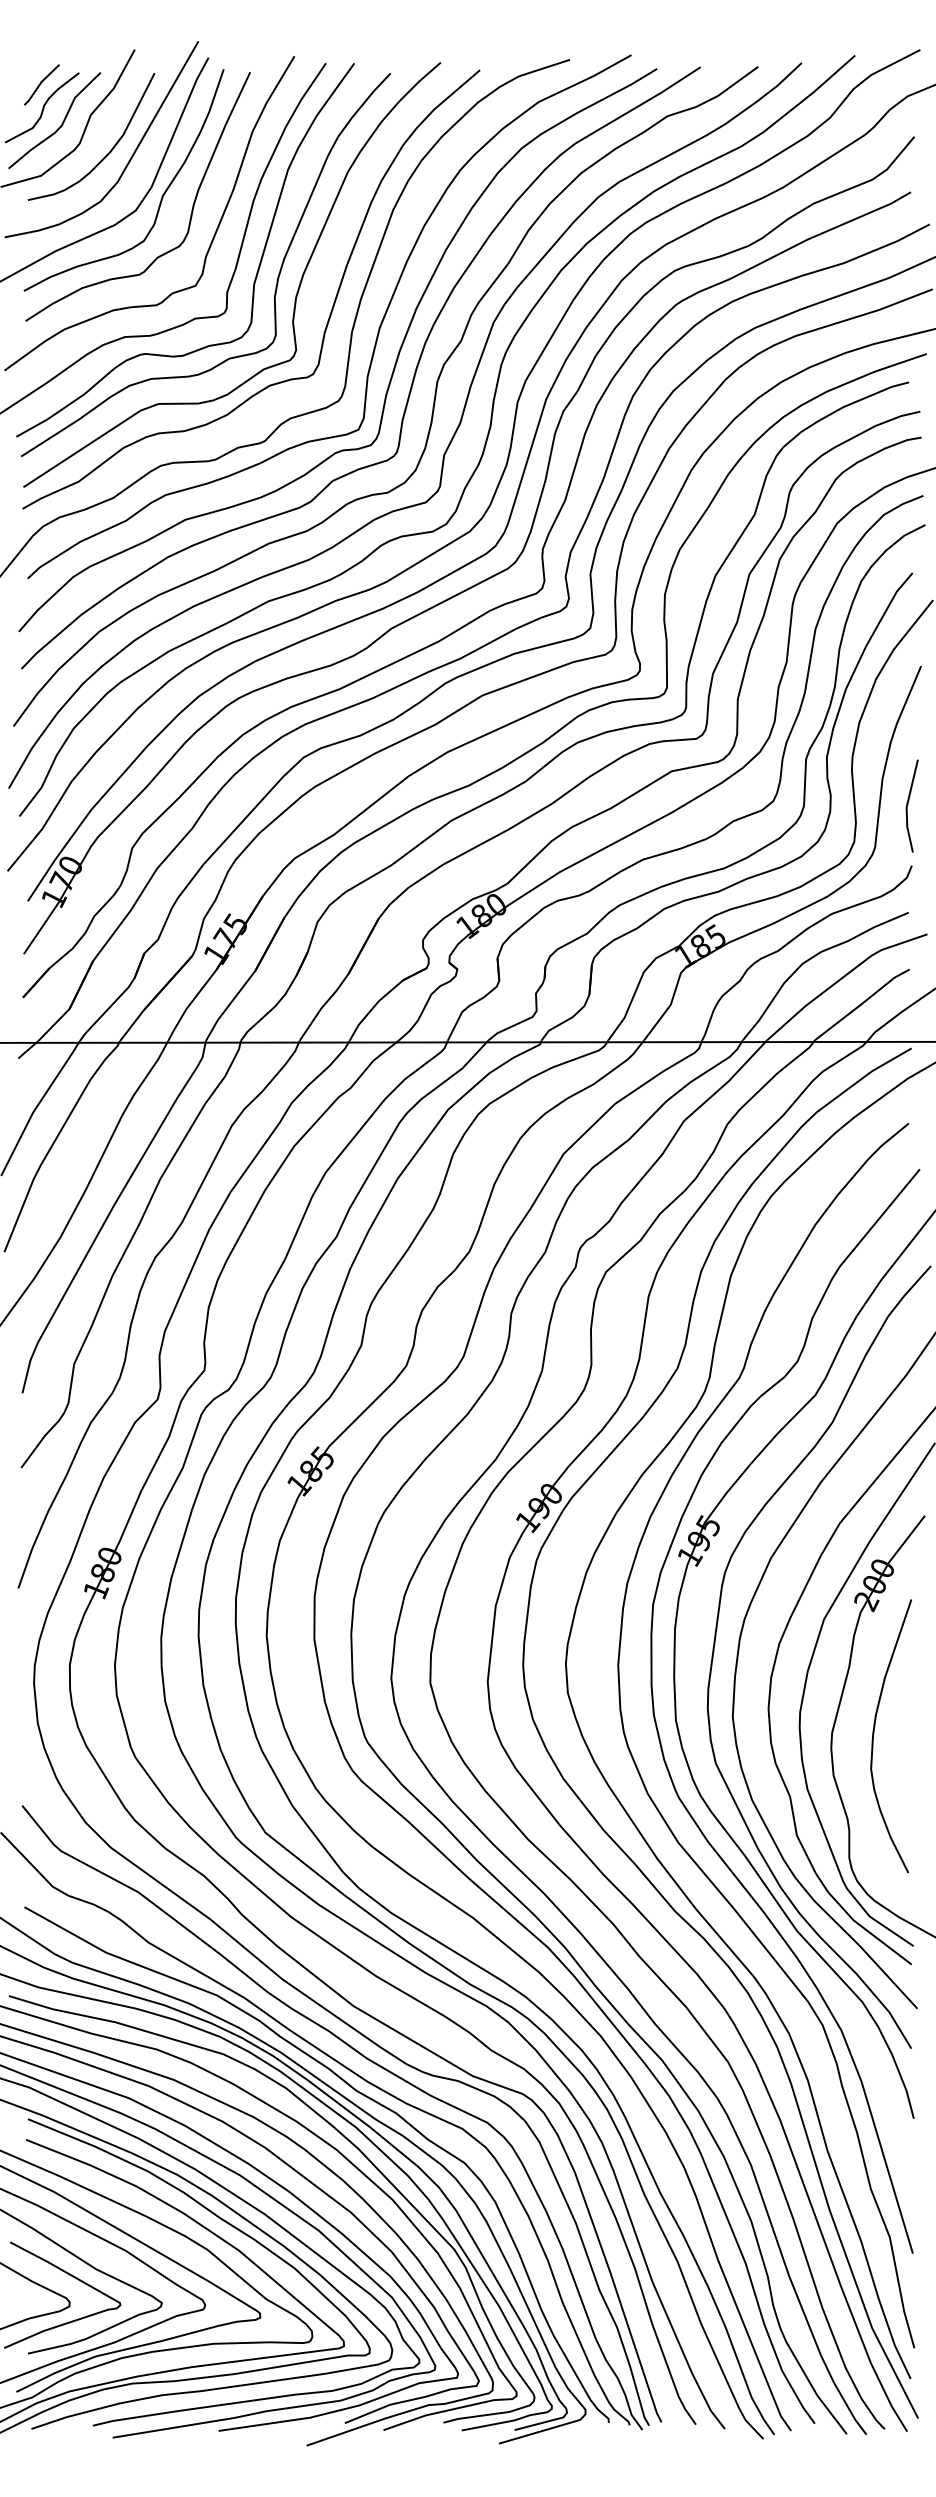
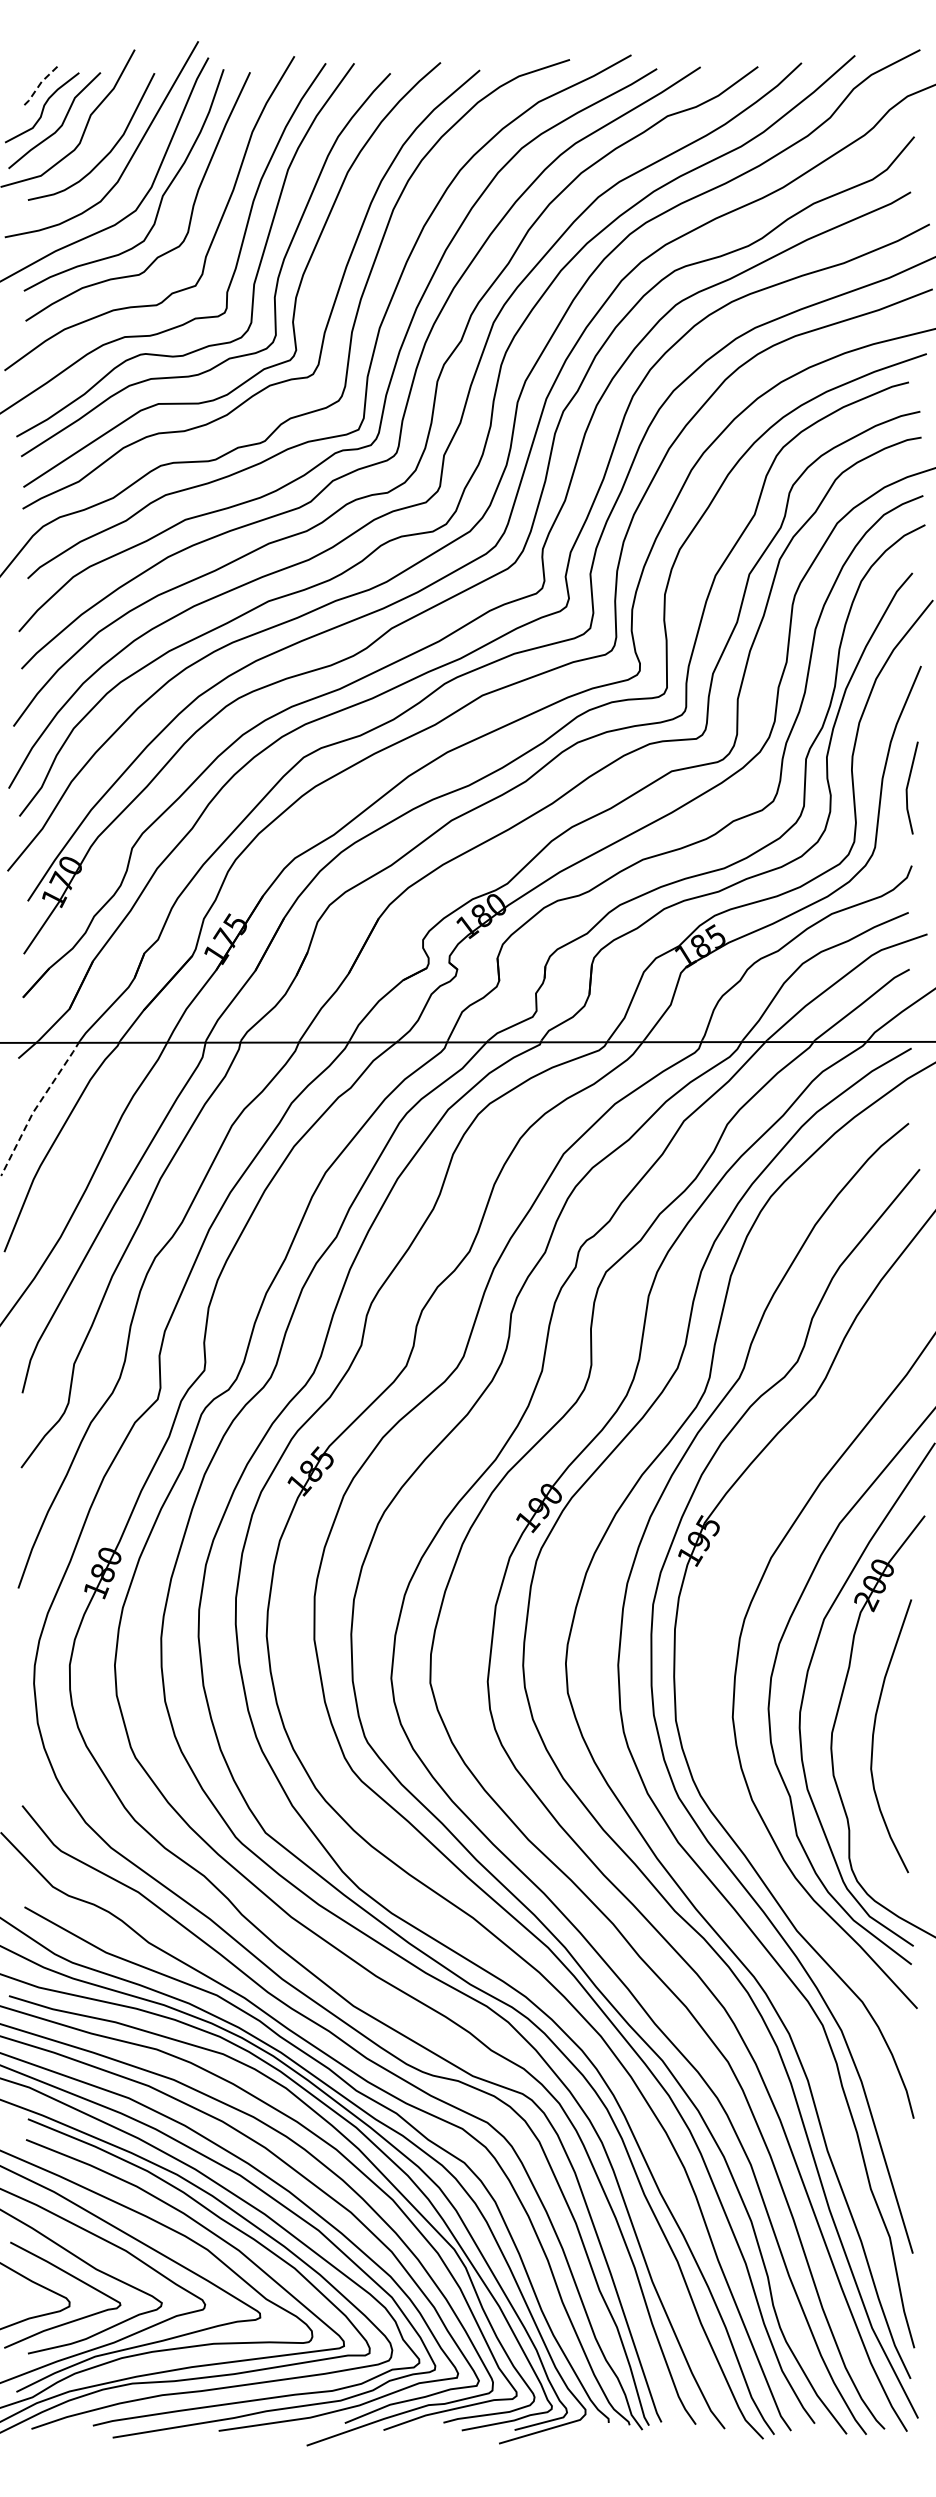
line at (40, 83): solid -> dashed
line at (908, 804) position: (908, 804) -> (908, 786)
line at (36, 1106): solid -> dashed
curve at (715, 1644): present -> none
